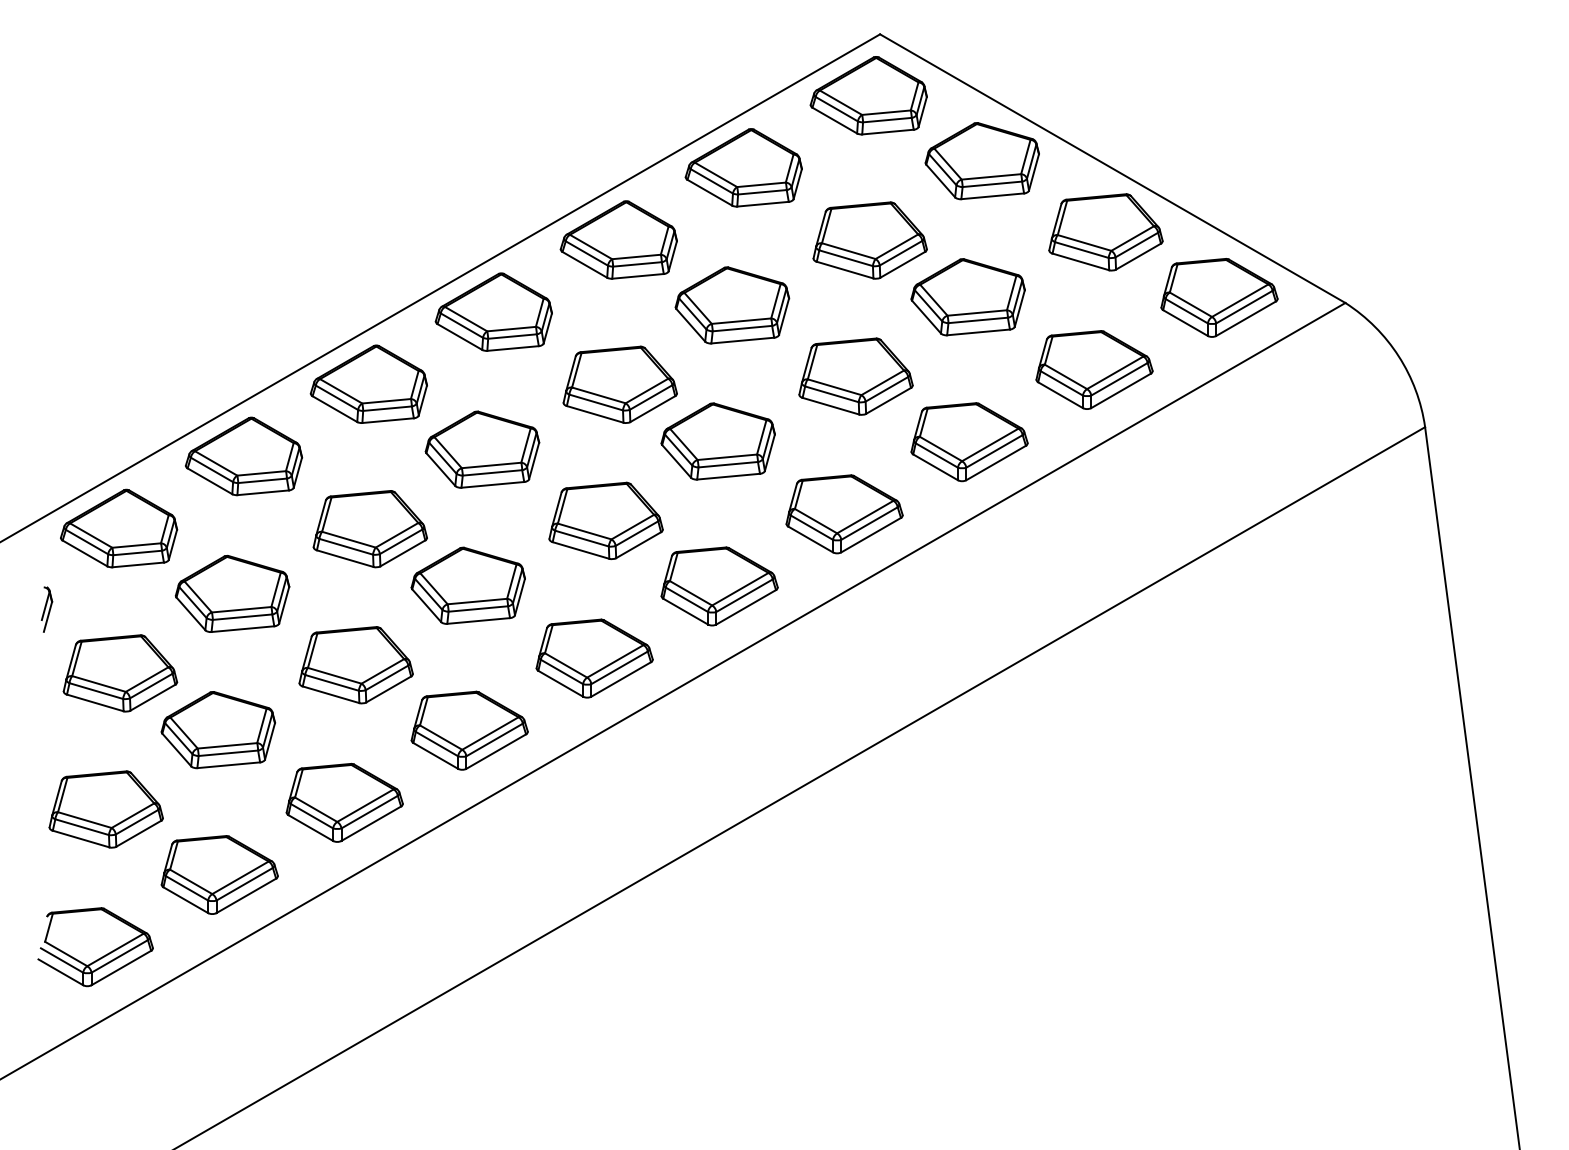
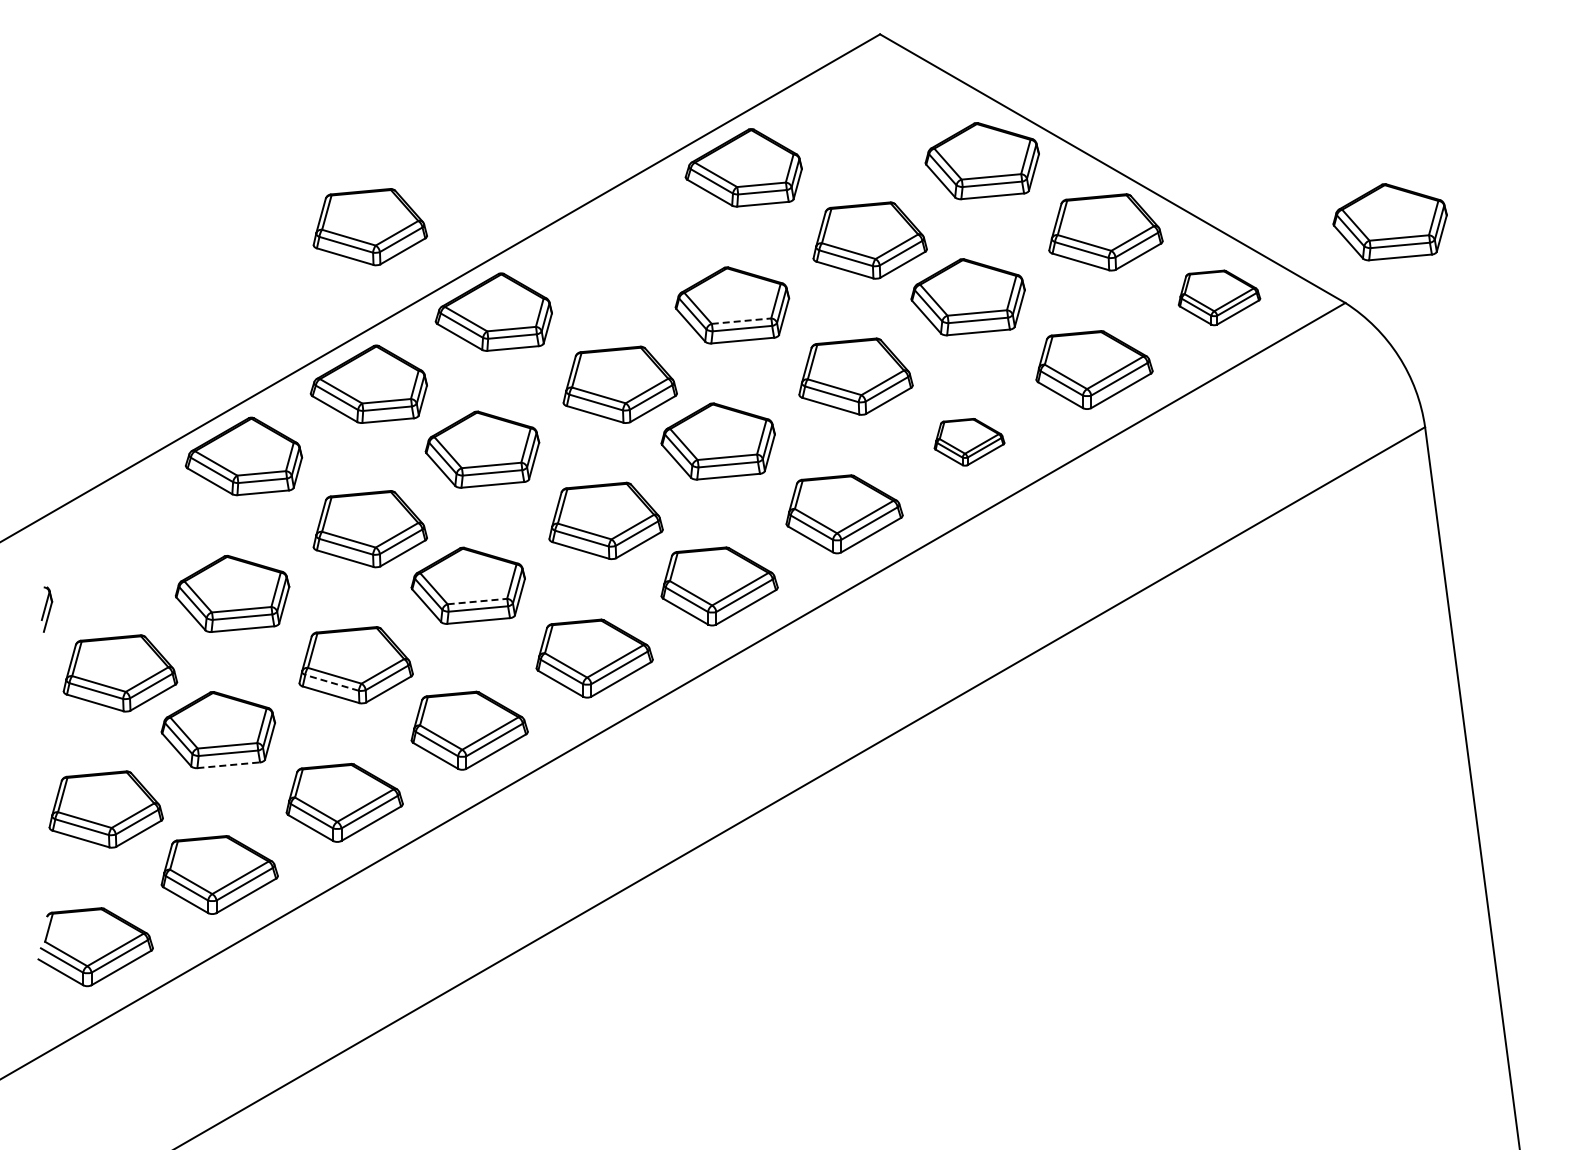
part at (868, 95): present -> none
part at (1389, 222): none -> present
part at (369, 227): none -> present
part at (618, 239): present -> none
part at (1219, 297) size: 119x80 px -> 84x58 px
line at (741, 321): solid -> dashed
part at (969, 442) size: 119x81 px -> 73x49 px
part at (119, 528): present -> none
line at (477, 601): solid -> dashed
line at (332, 682): solid -> dashed
line at (228, 765): solid -> dashed
